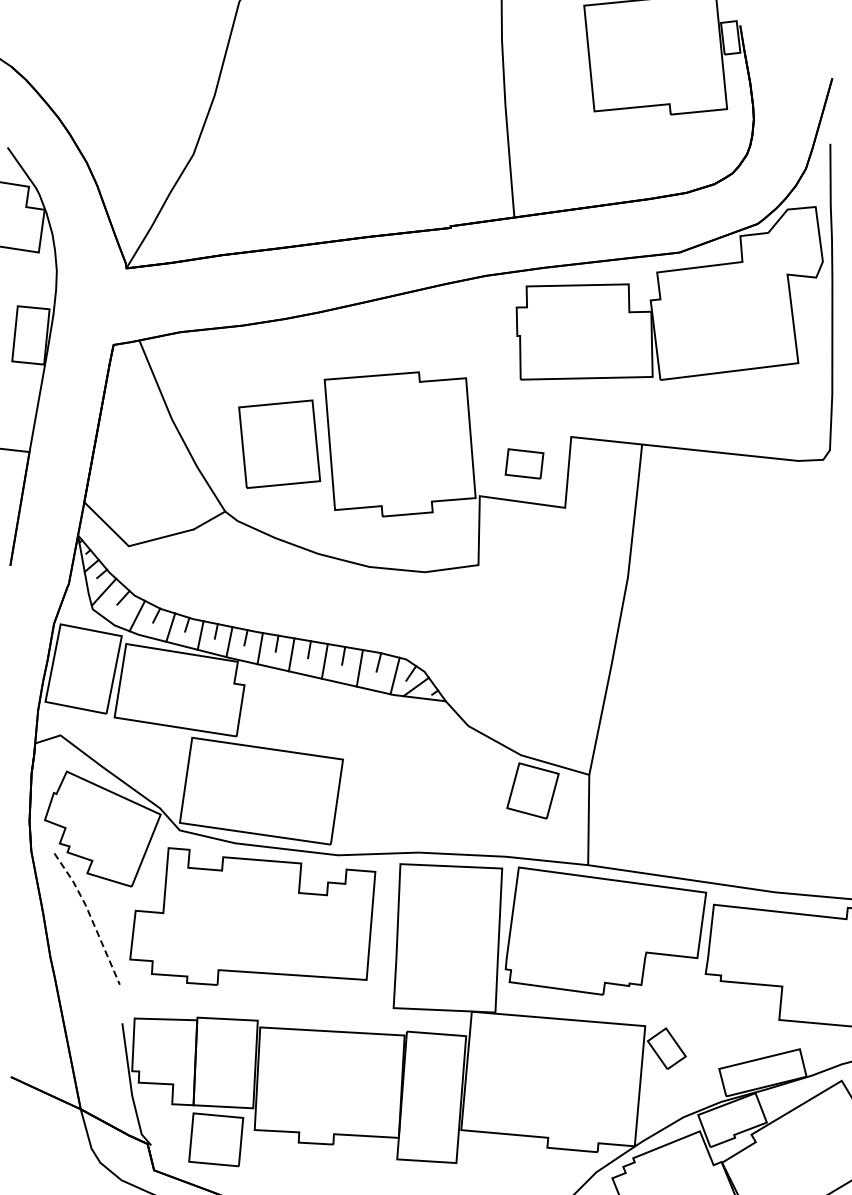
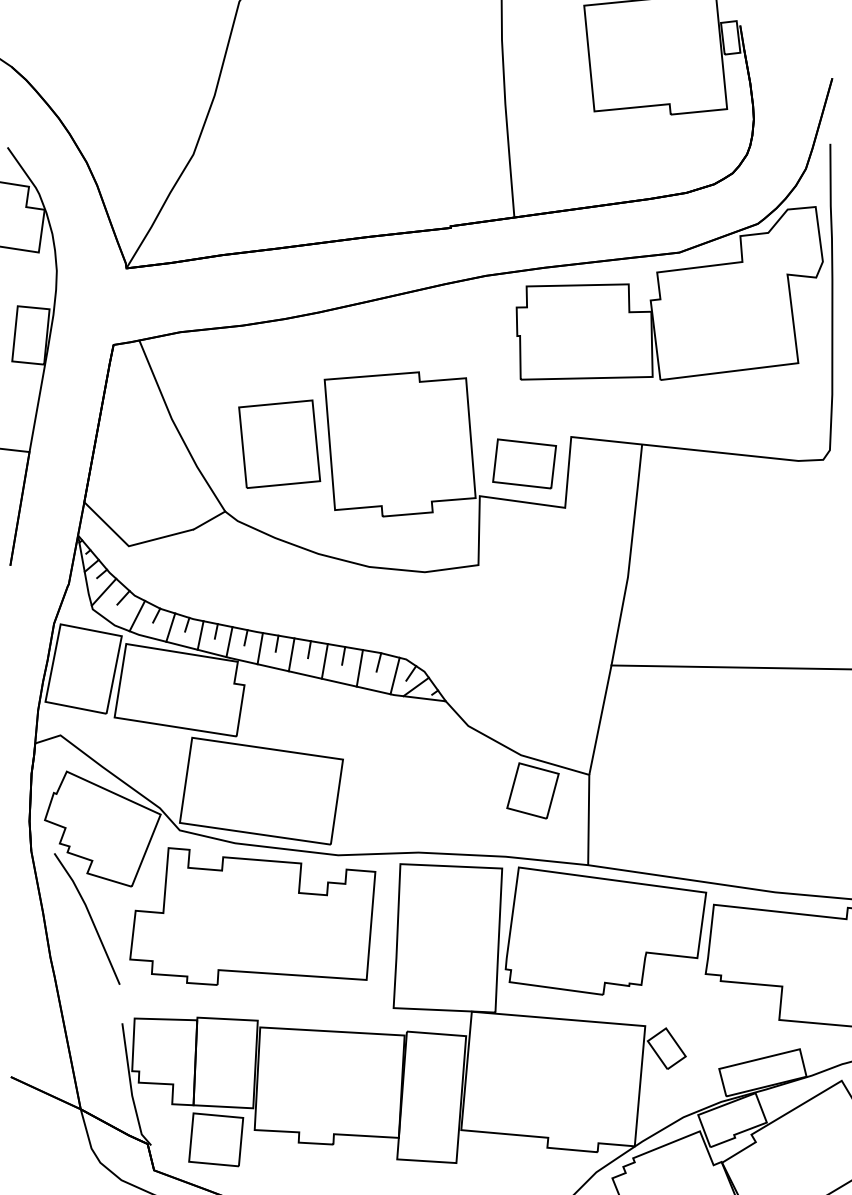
part at (524, 463) size: 41x32 px -> 65x52 px
line at (729, 667): none -> present
line at (90, 915): dashed -> solid
